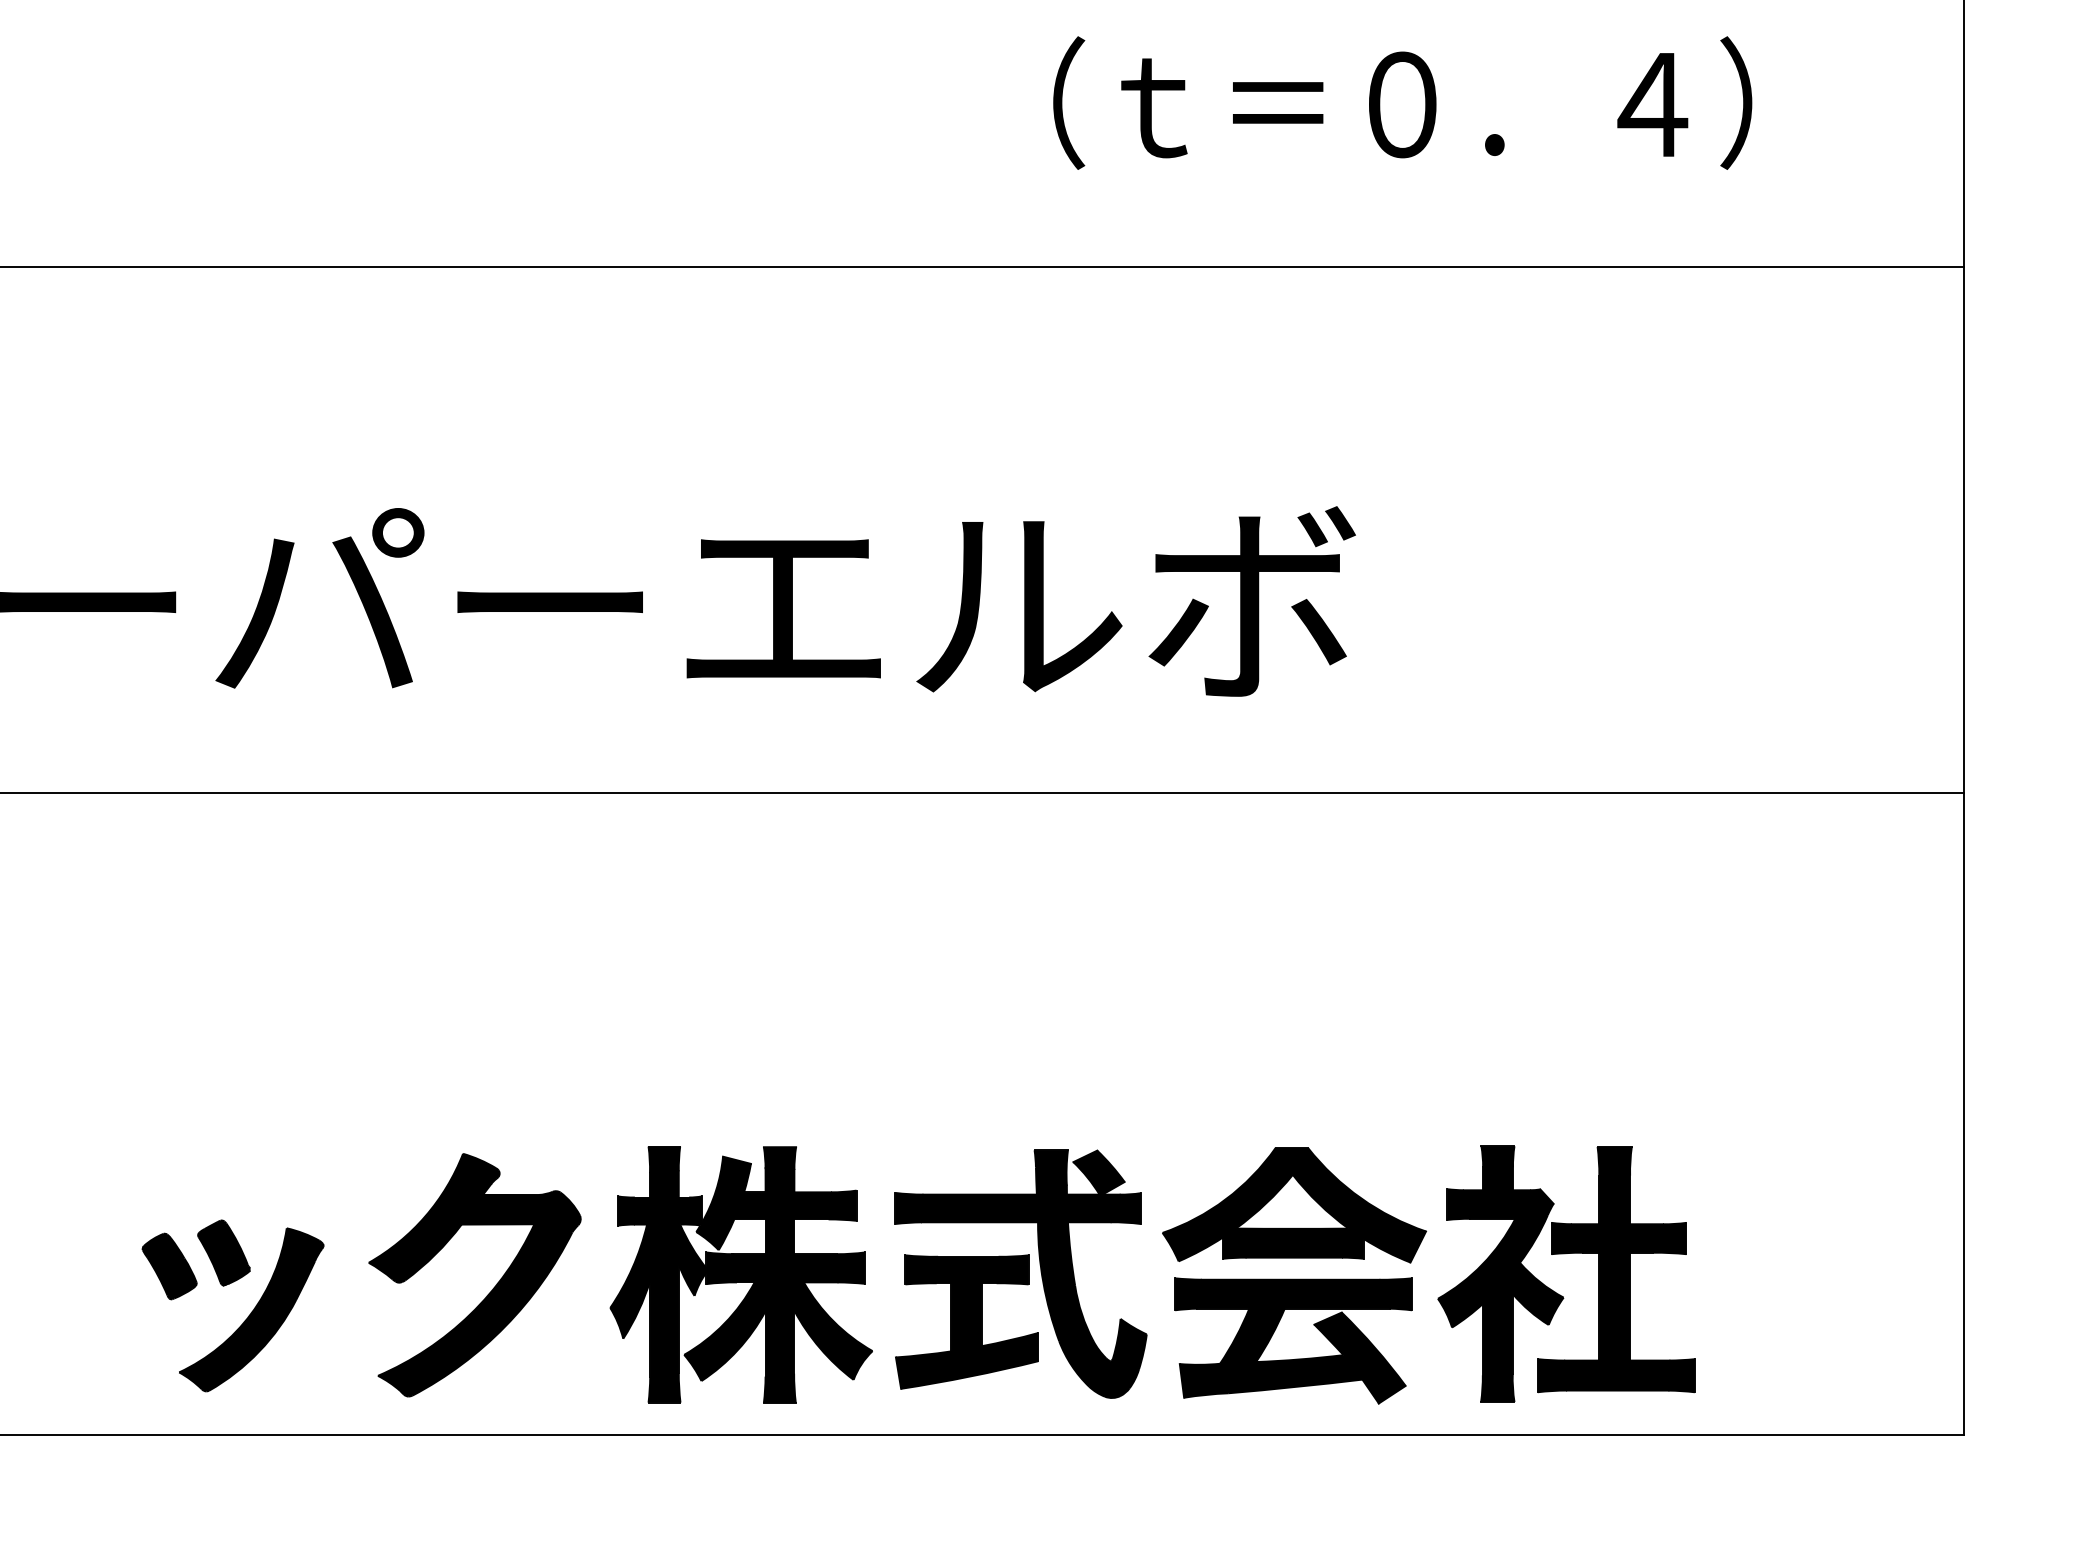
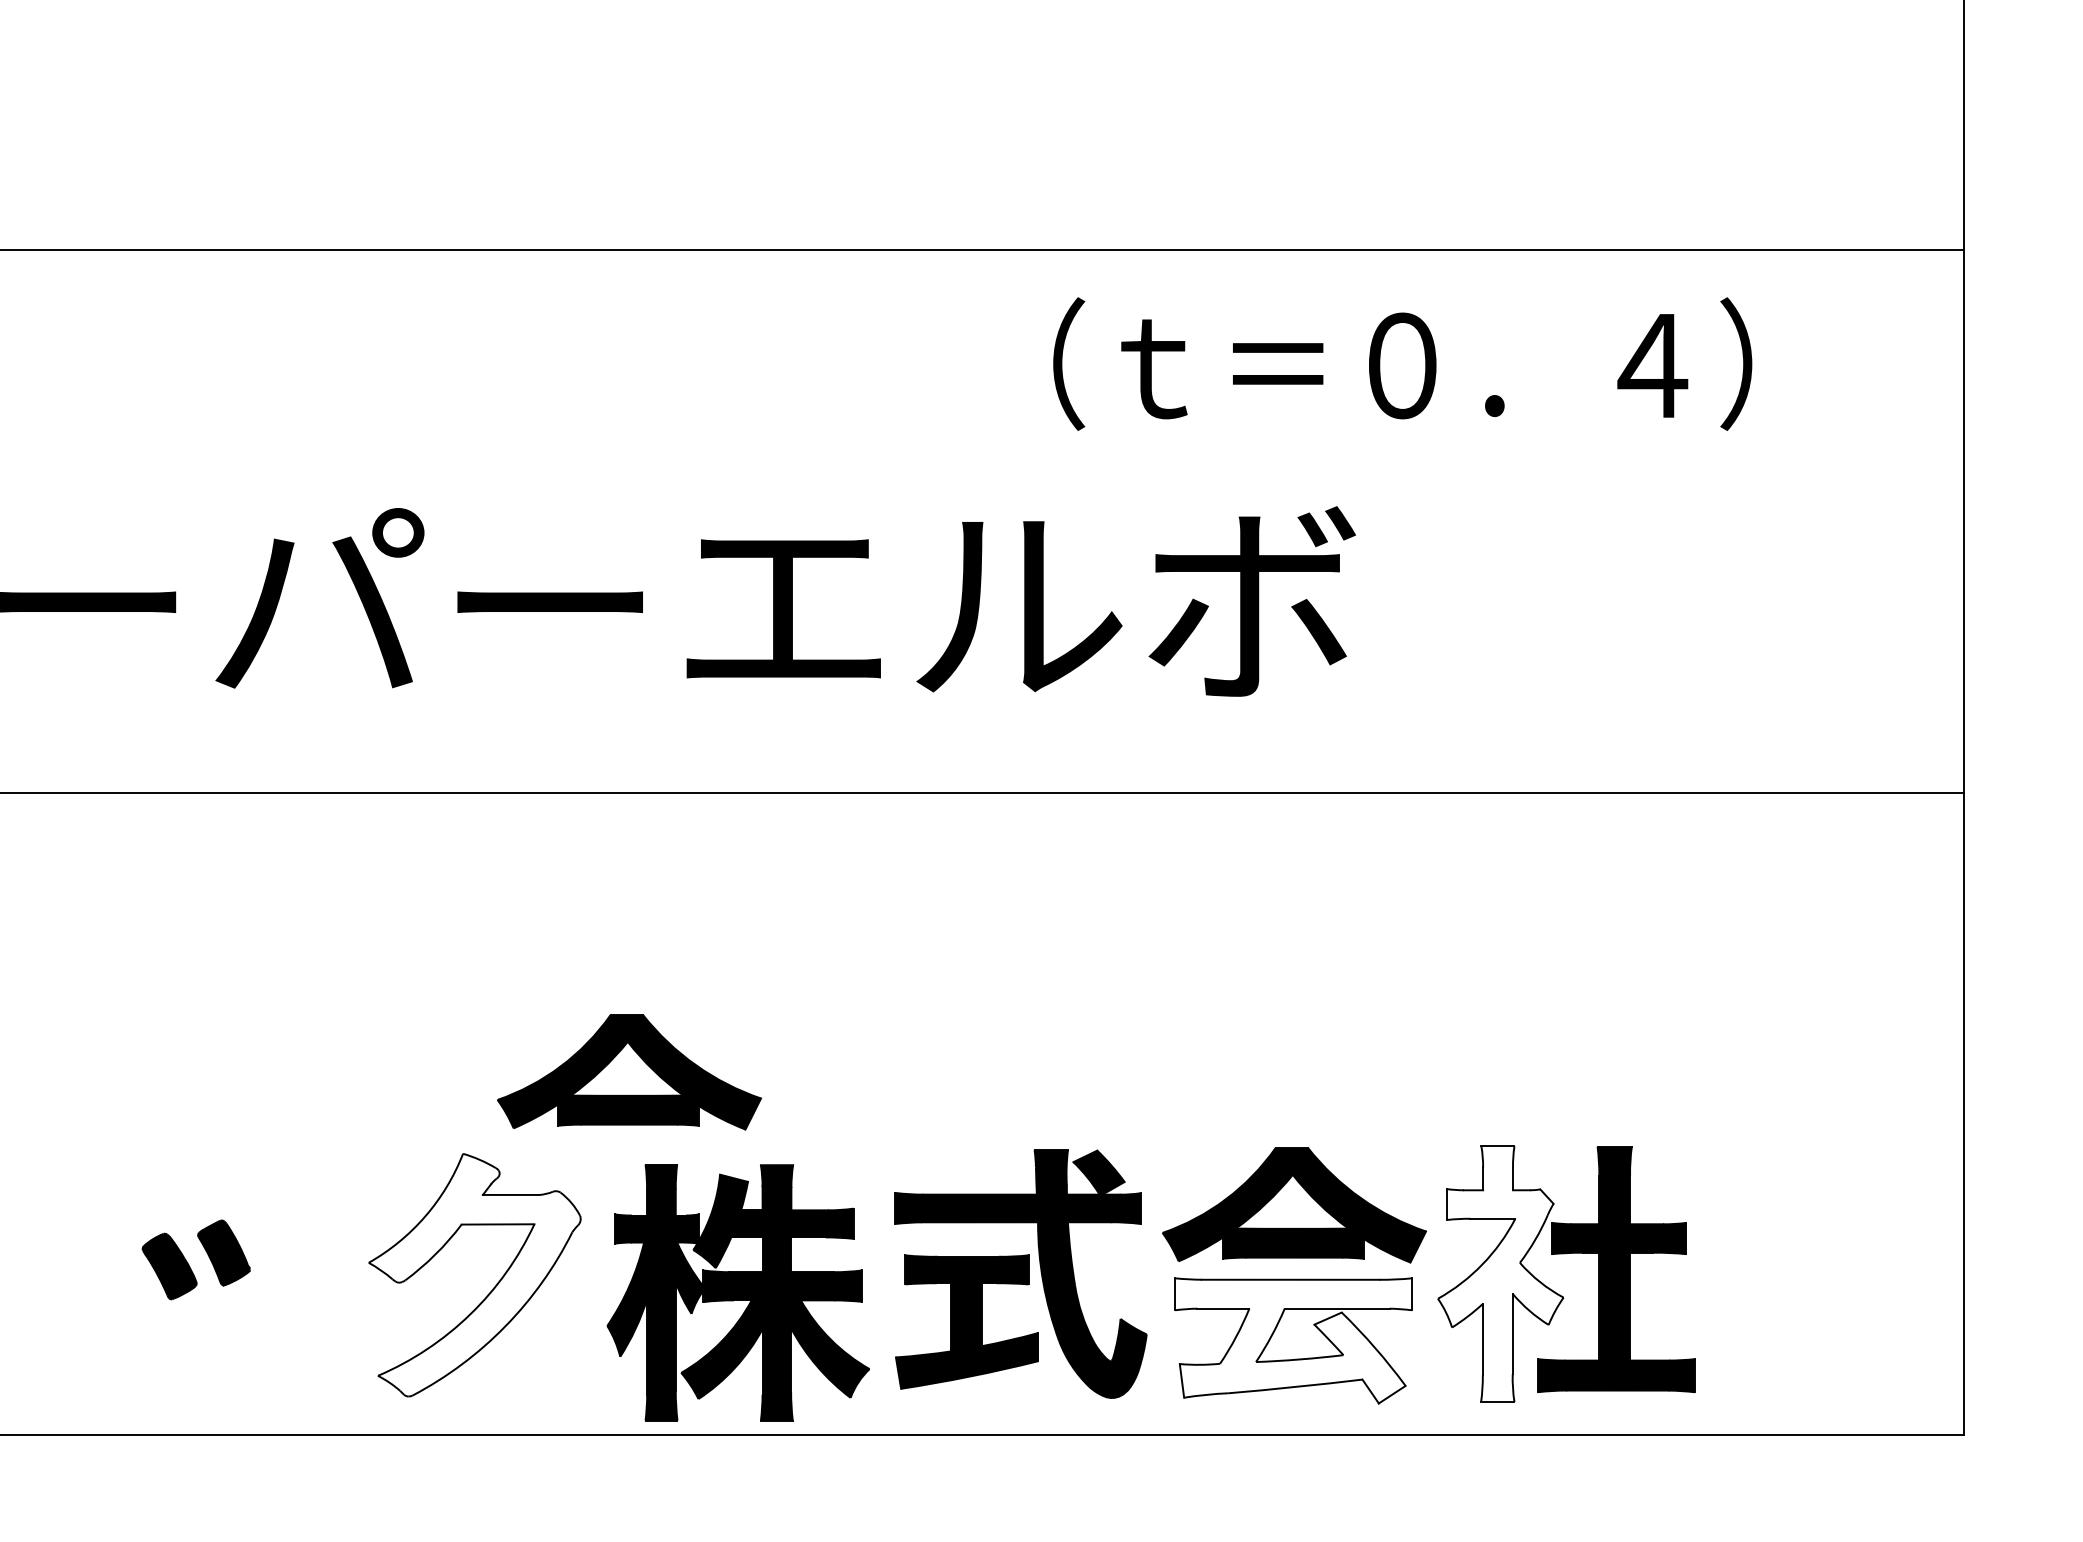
text at (1402, 102) position: (1402, 102) -> (1402, 363)
line at (982, 266) position: (982, 266) -> (982, 249)
part at (629, 1072): none -> present
fill at (474, 1274): present -> none
part at (740, 1274) position: (740, 1274) -> (737, 1292)
fill at (1500, 1274): present -> none
part at (251, 1309): present -> none
fill at (1293, 1340): present -> none
